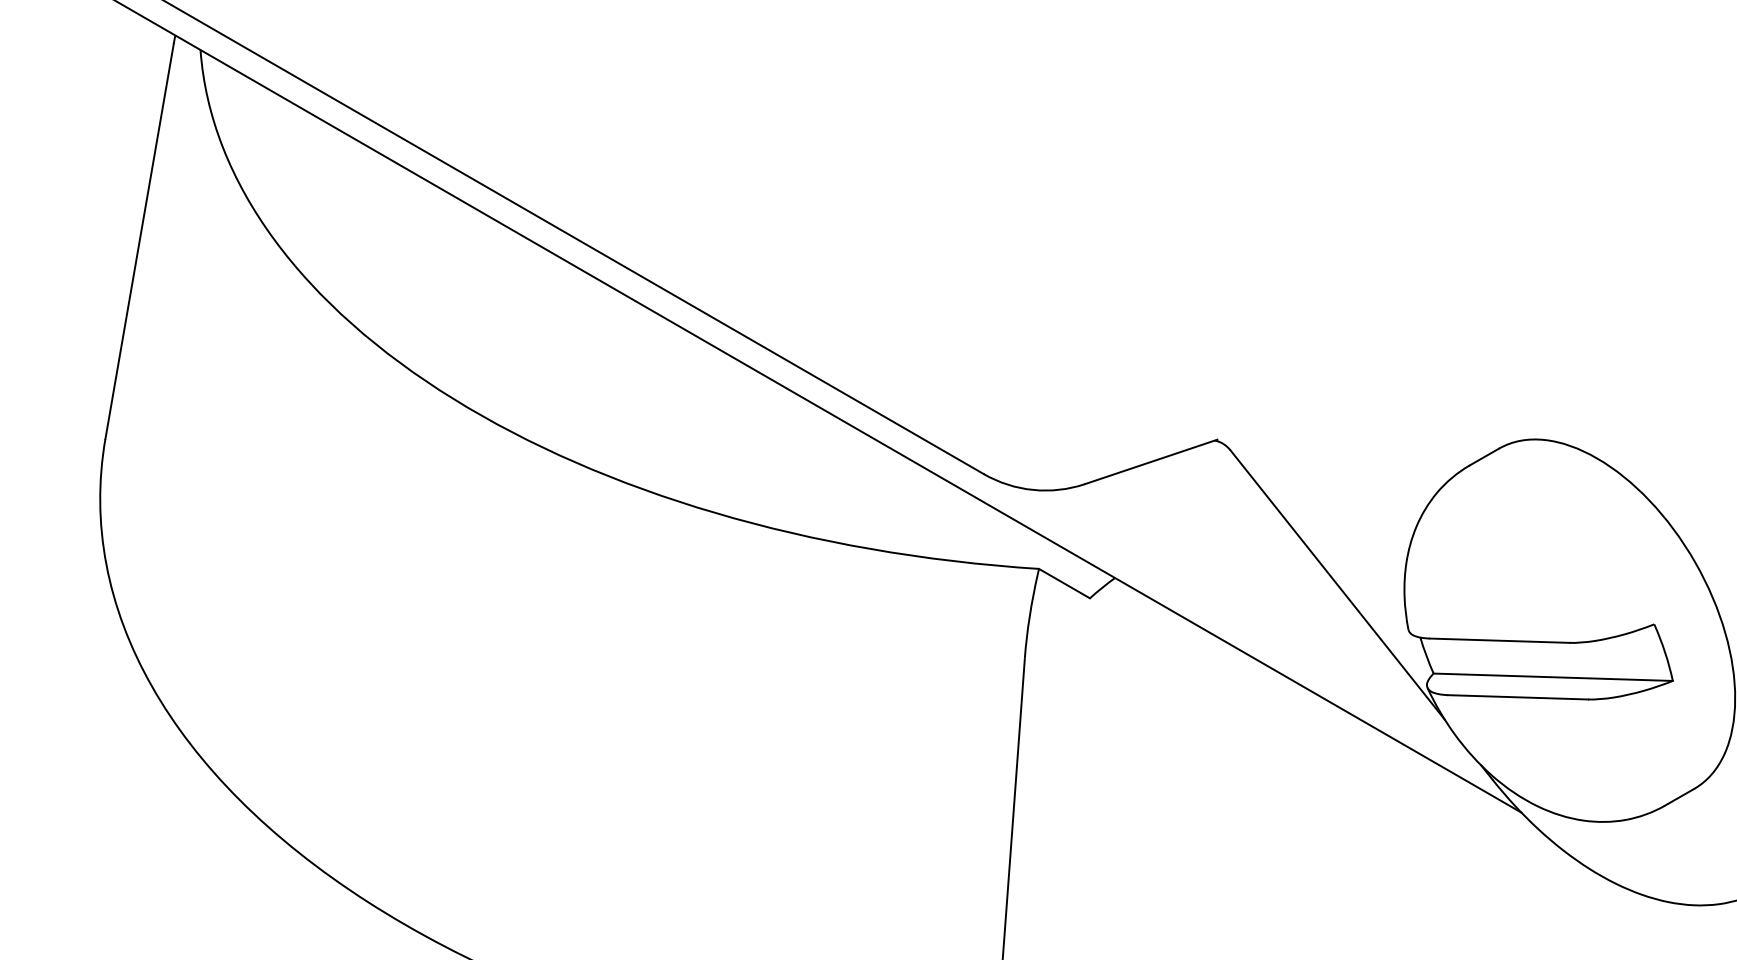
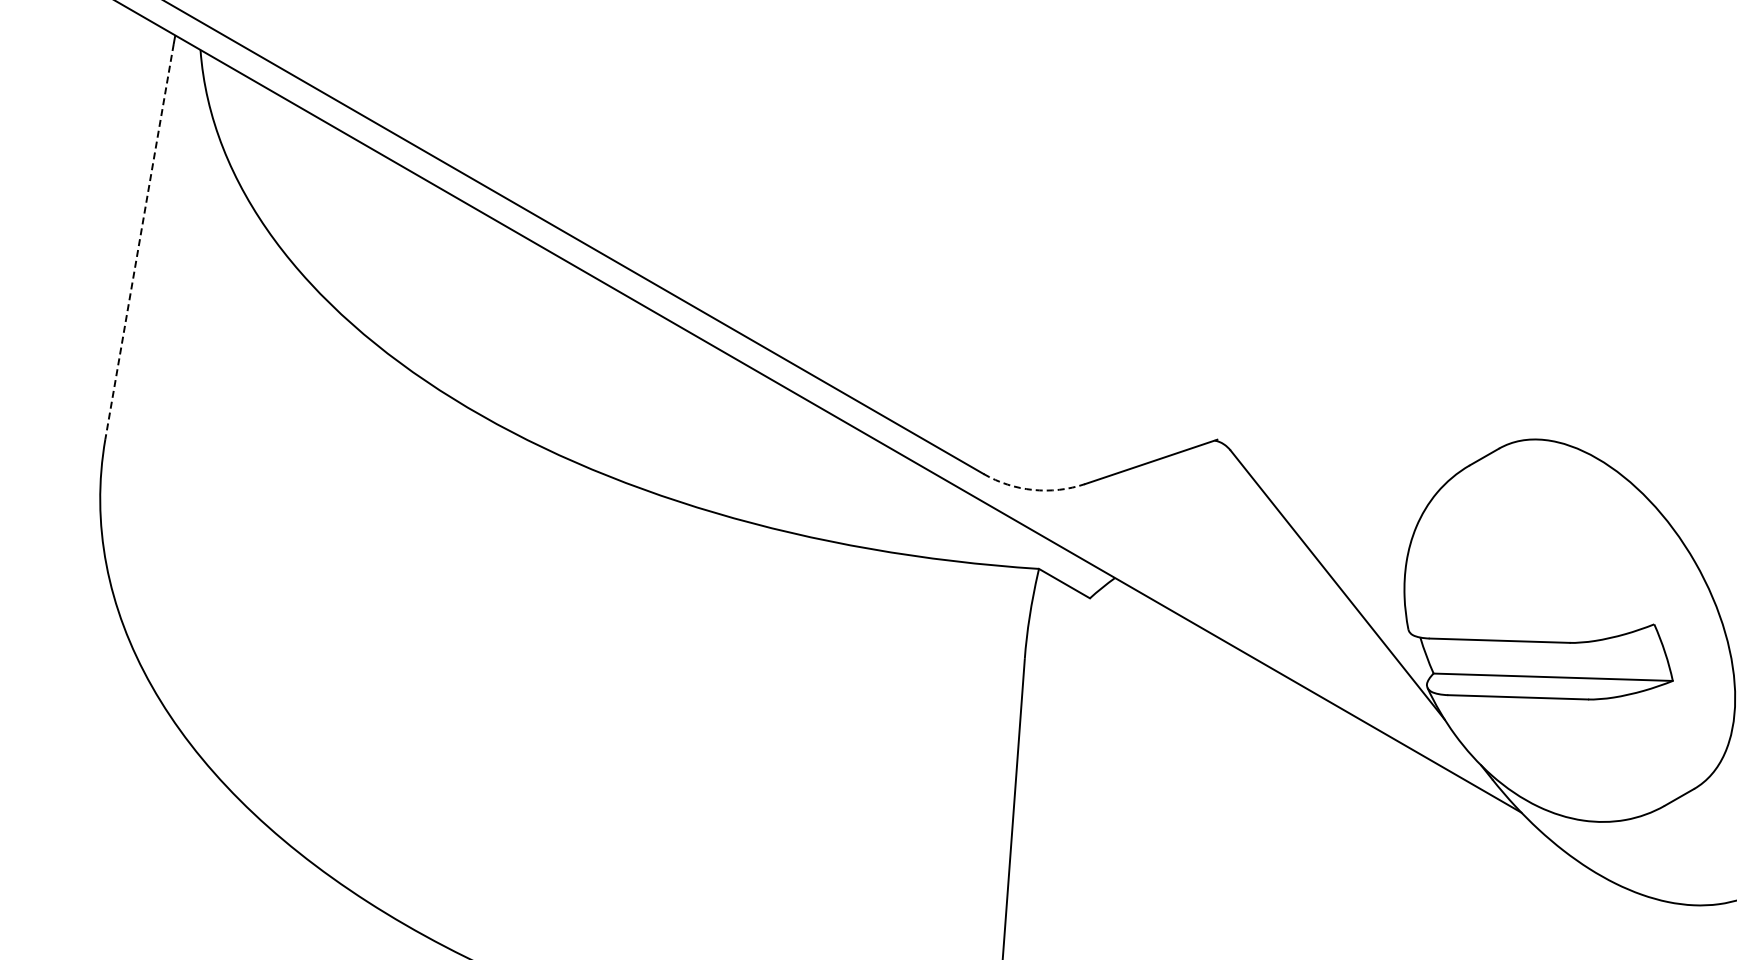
line at (139, 242): solid -> dashed
arc at (1033, 489): solid -> dashed
